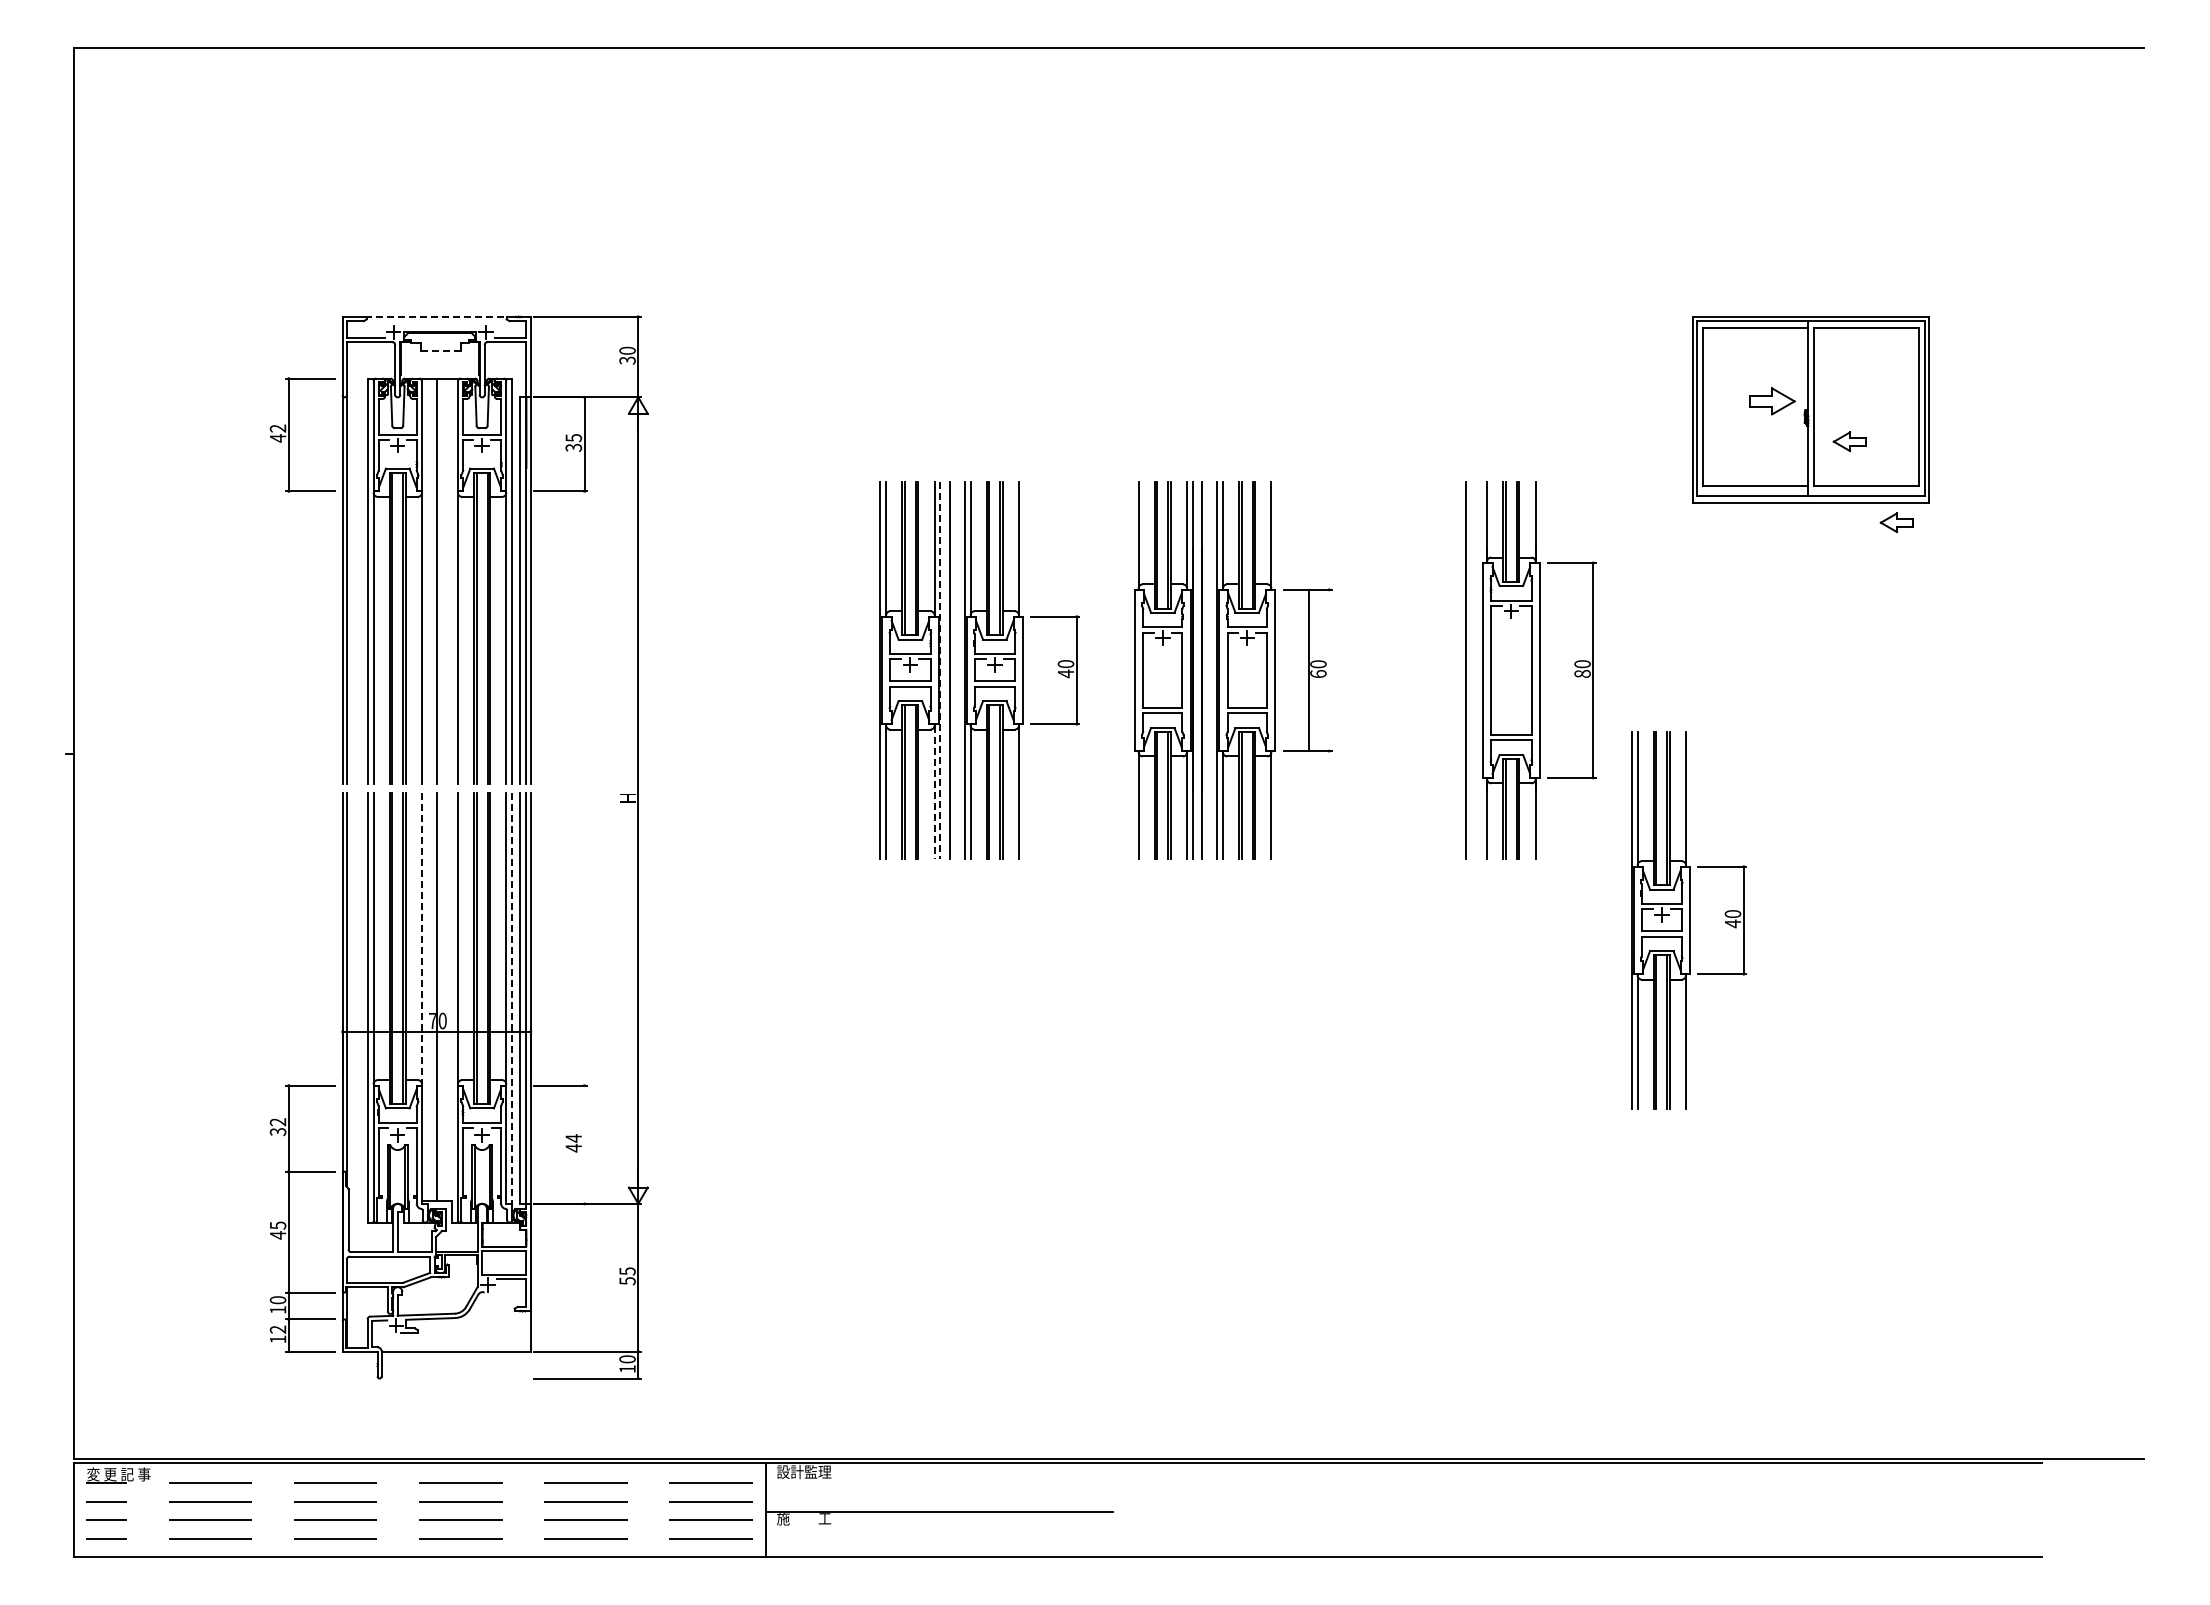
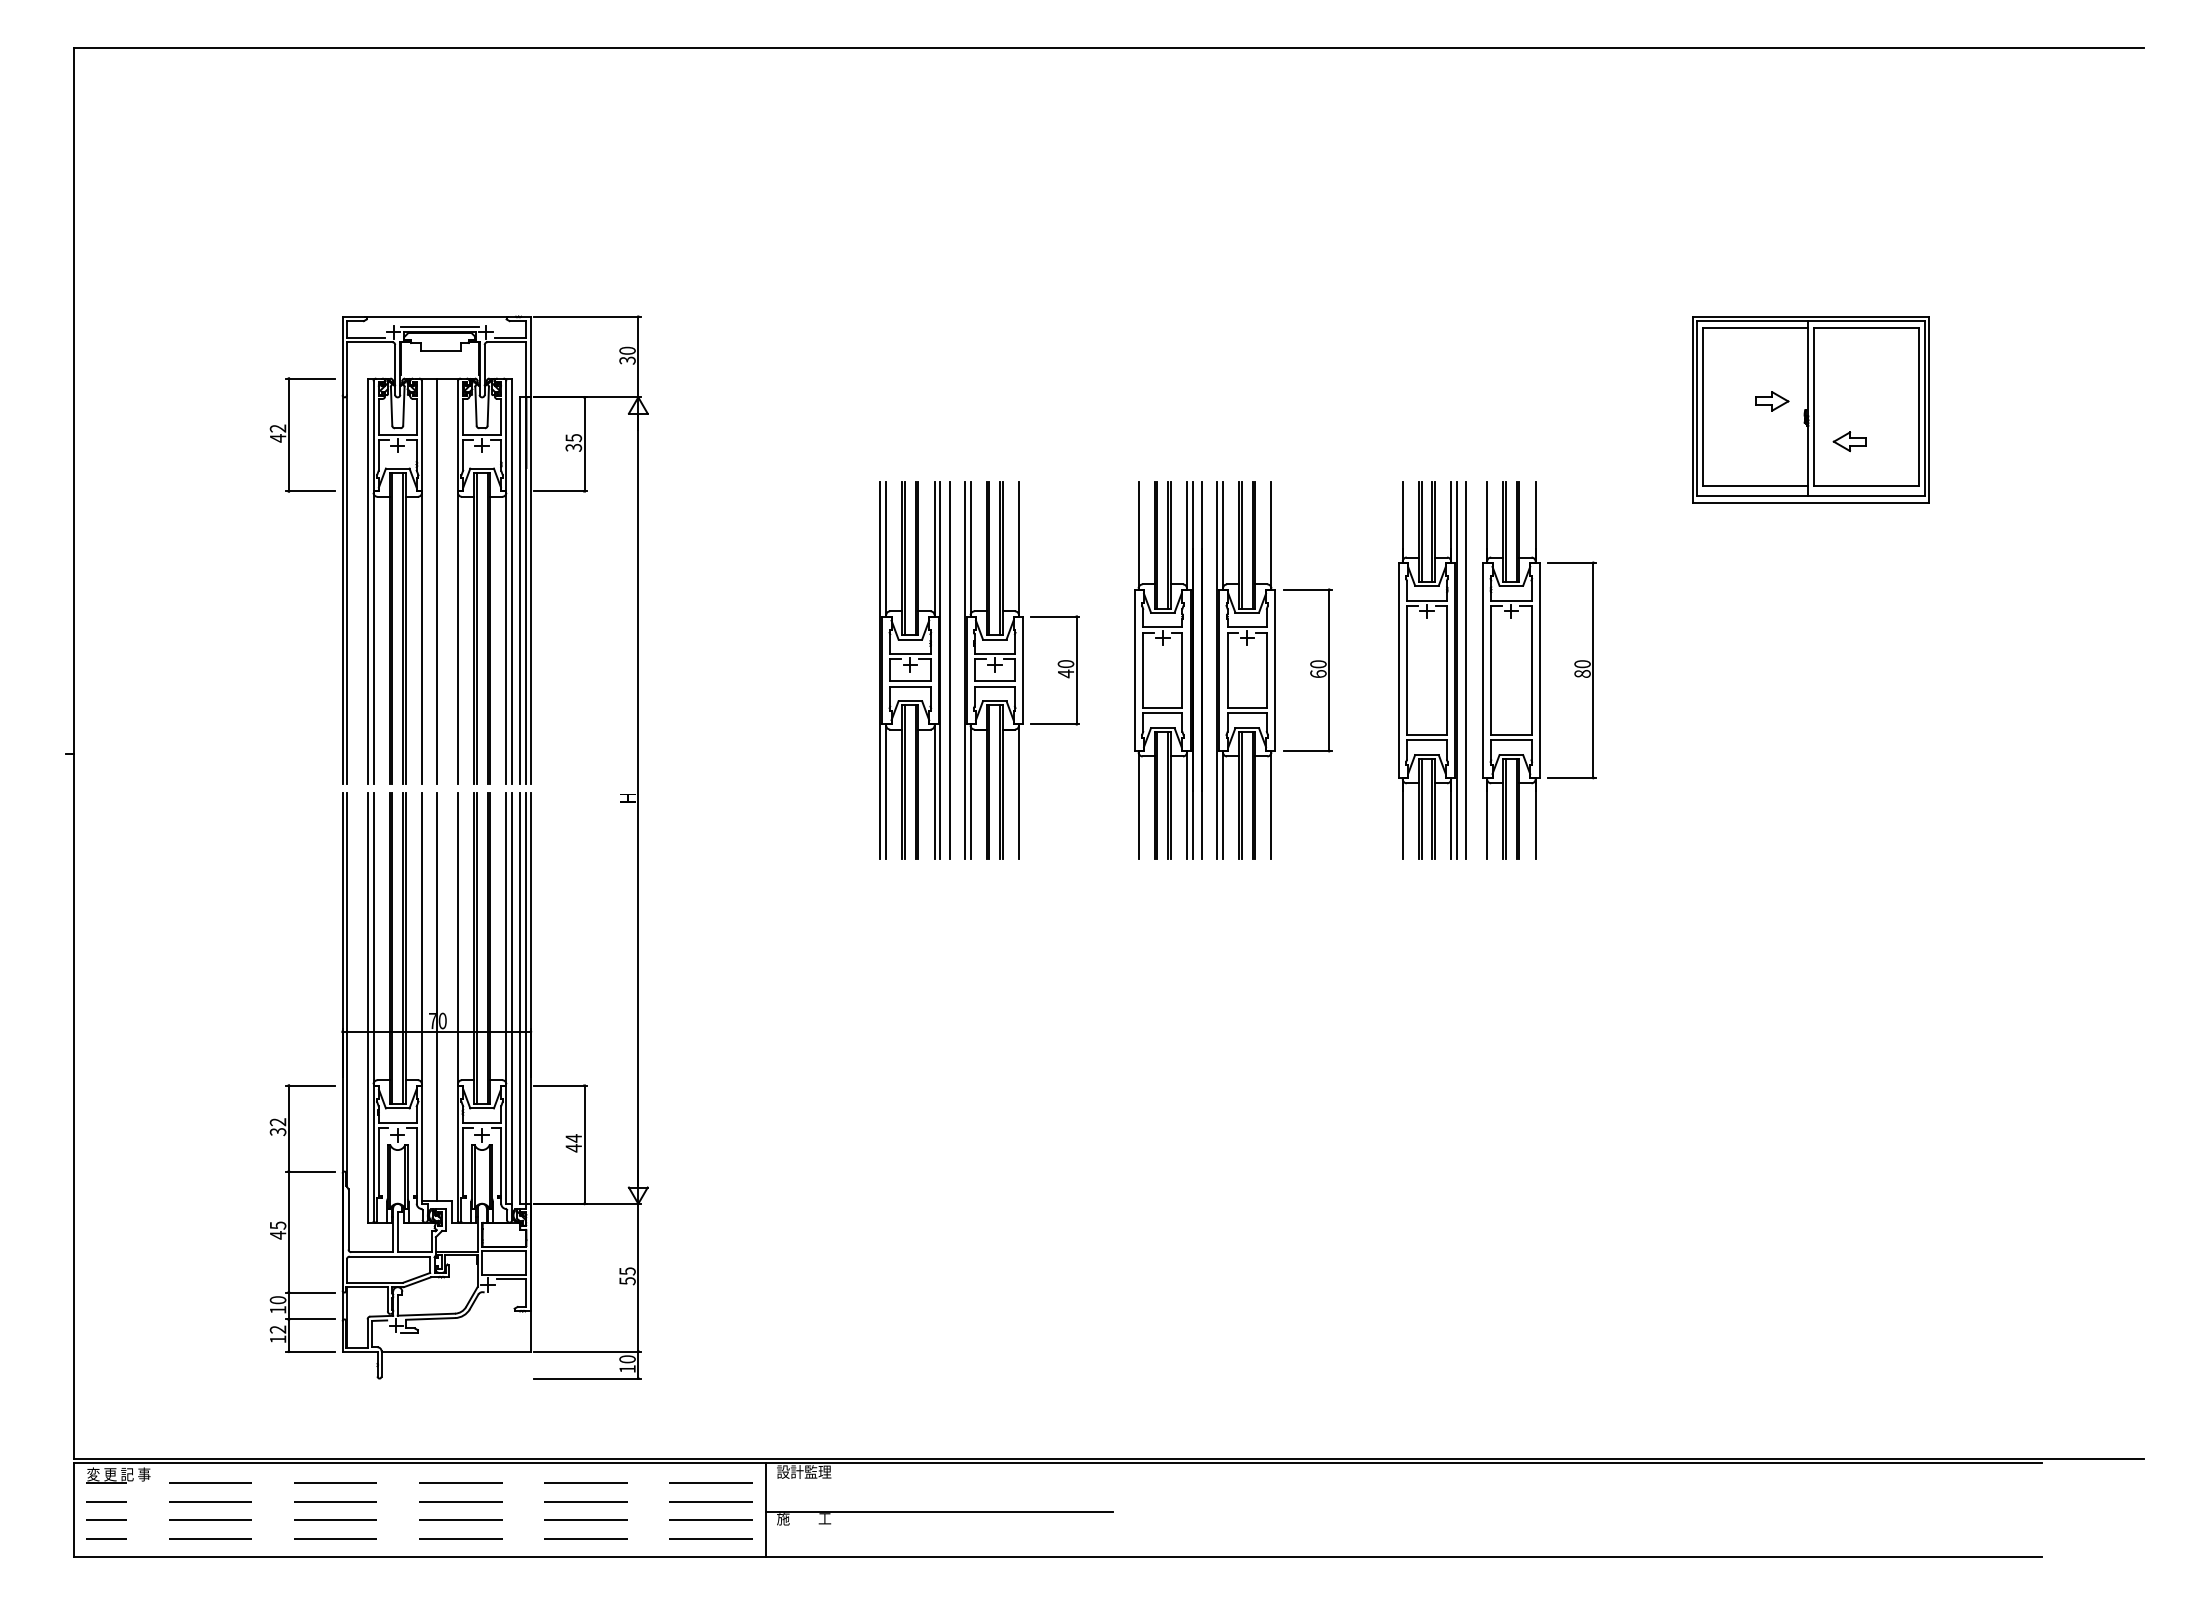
line at (437, 316): dashed -> solid
line at (439, 327): none -> present
line at (440, 351): dashed -> solid
part at (1772, 401) size: 47x29 px -> 35x21 px
part at (1896, 522): present -> none
line at (940, 670): dashed -> solid
line at (1309, 670) position: (1309, 670) -> (1329, 670)
part at (1427, 670): none -> present
line at (934, 792): dashed -> solid
part at (1688, 920): present -> none
line at (421, 938): dashed -> solid
line at (512, 999): dashed -> solid
line at (584, 1144): none -> present
